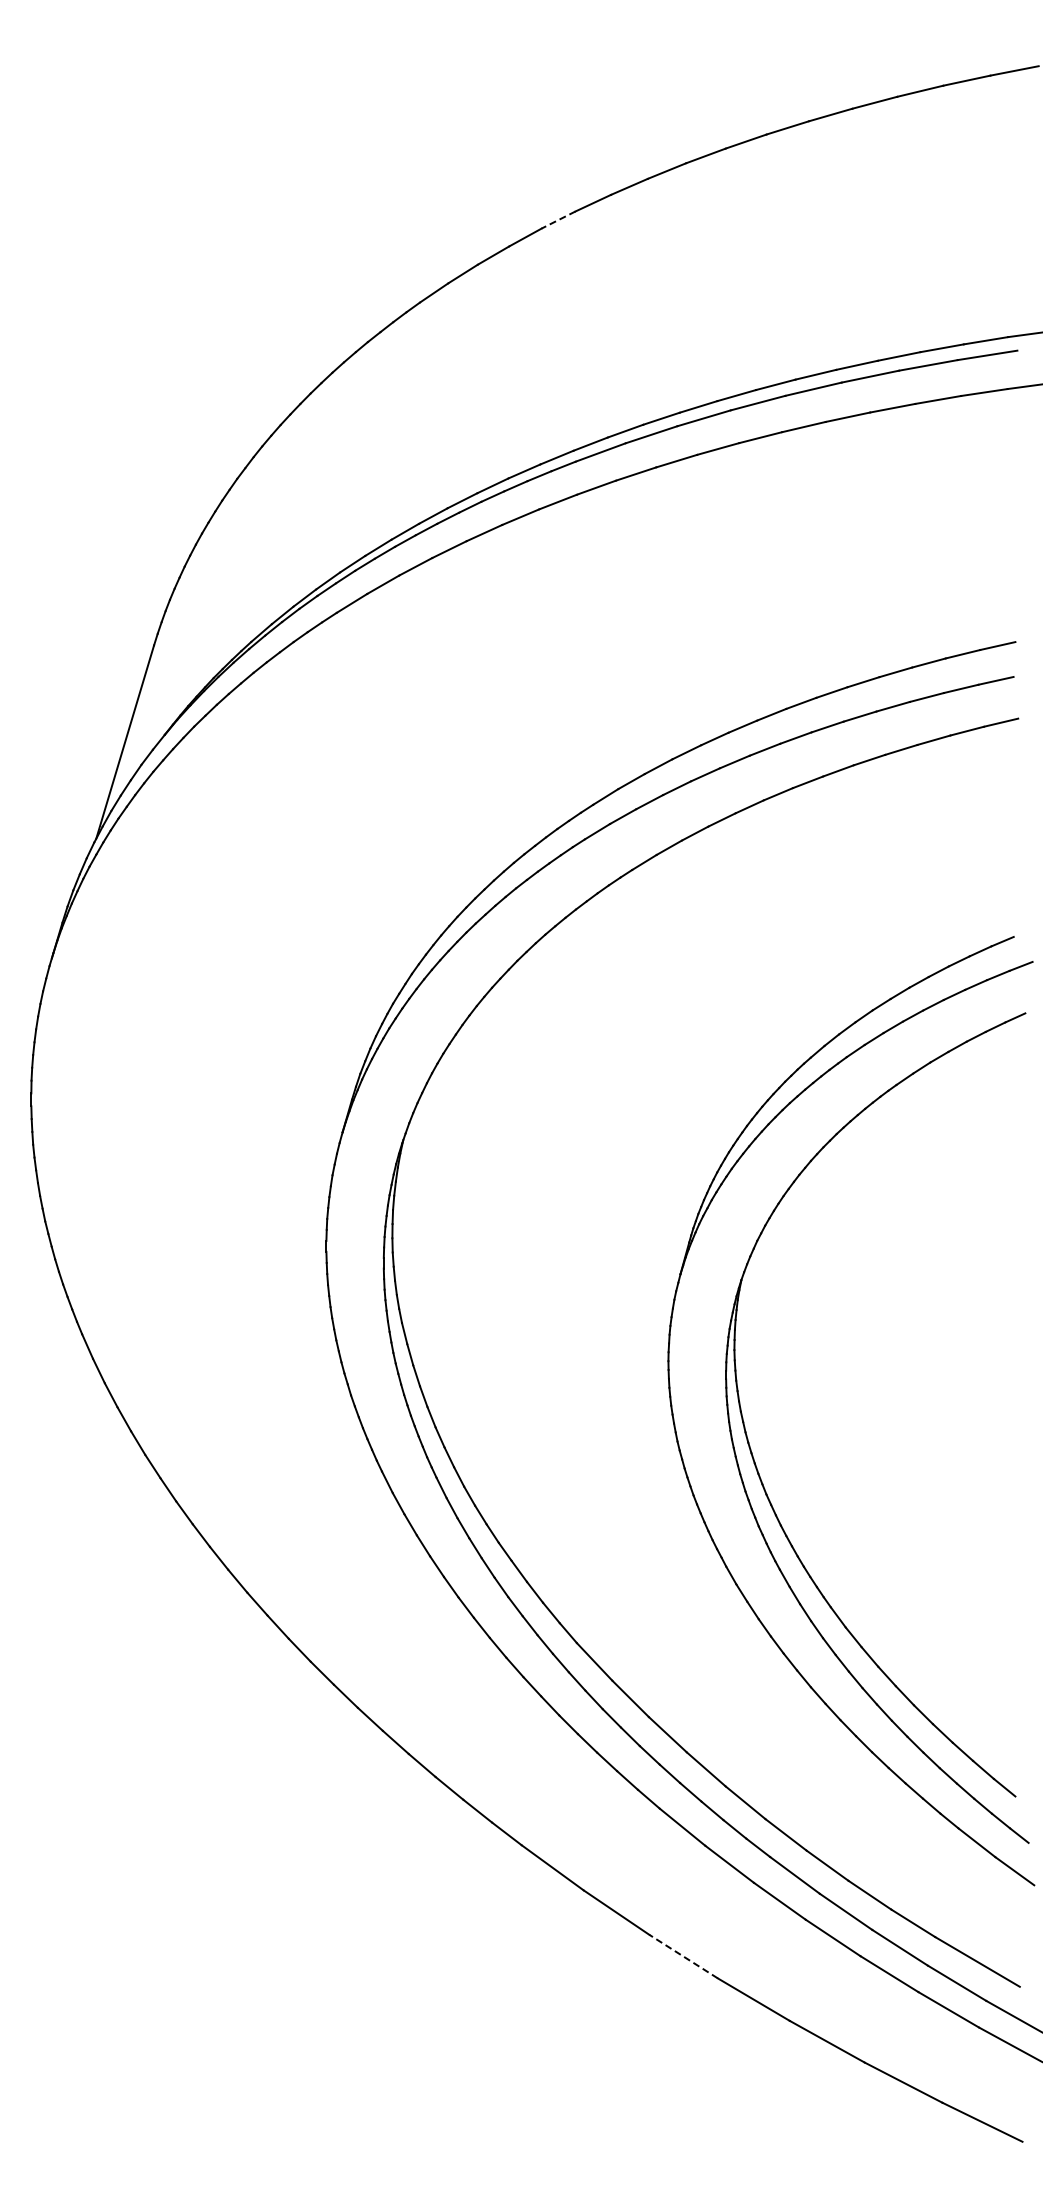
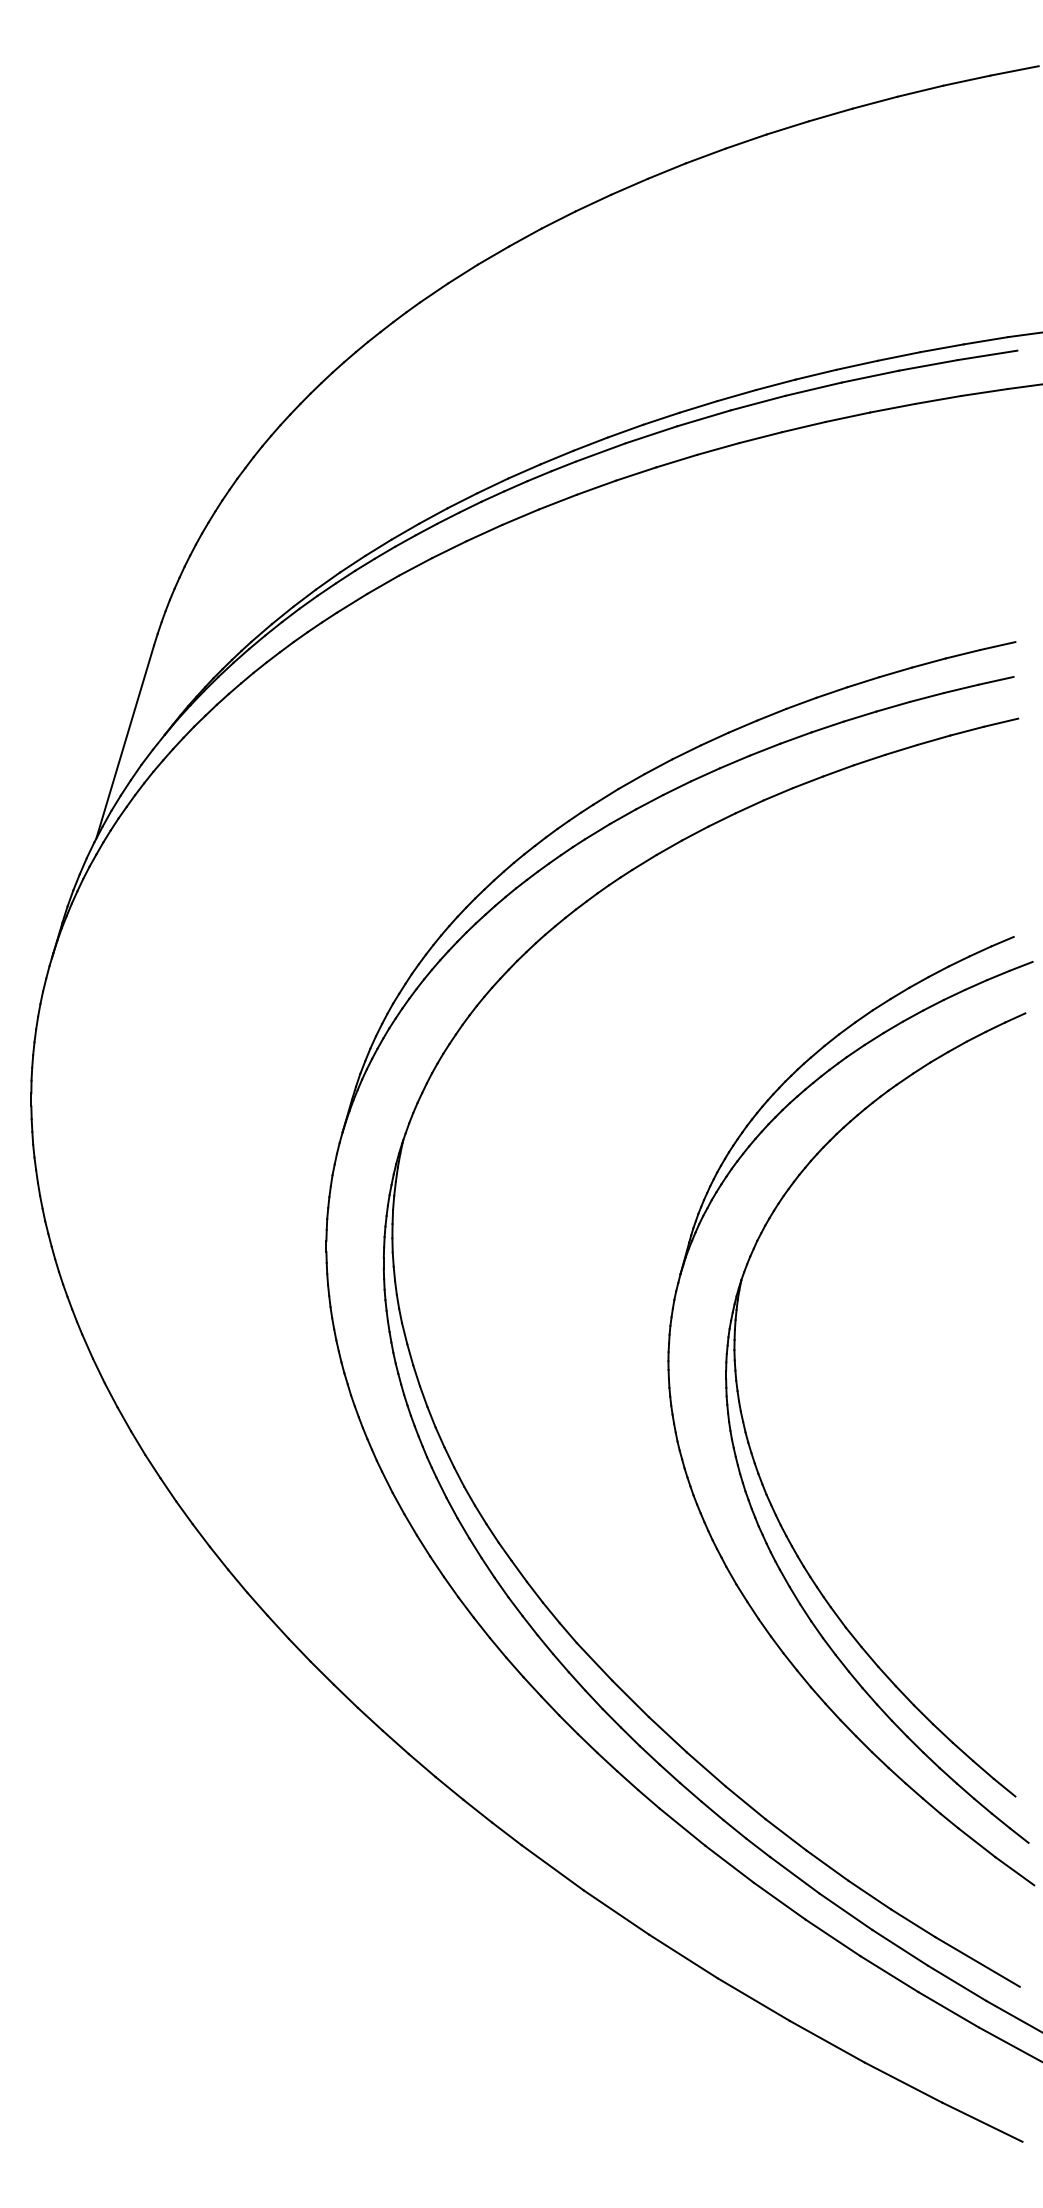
line at (558, 220): dashed -> solid
line at (683, 1956): dashed -> solid
